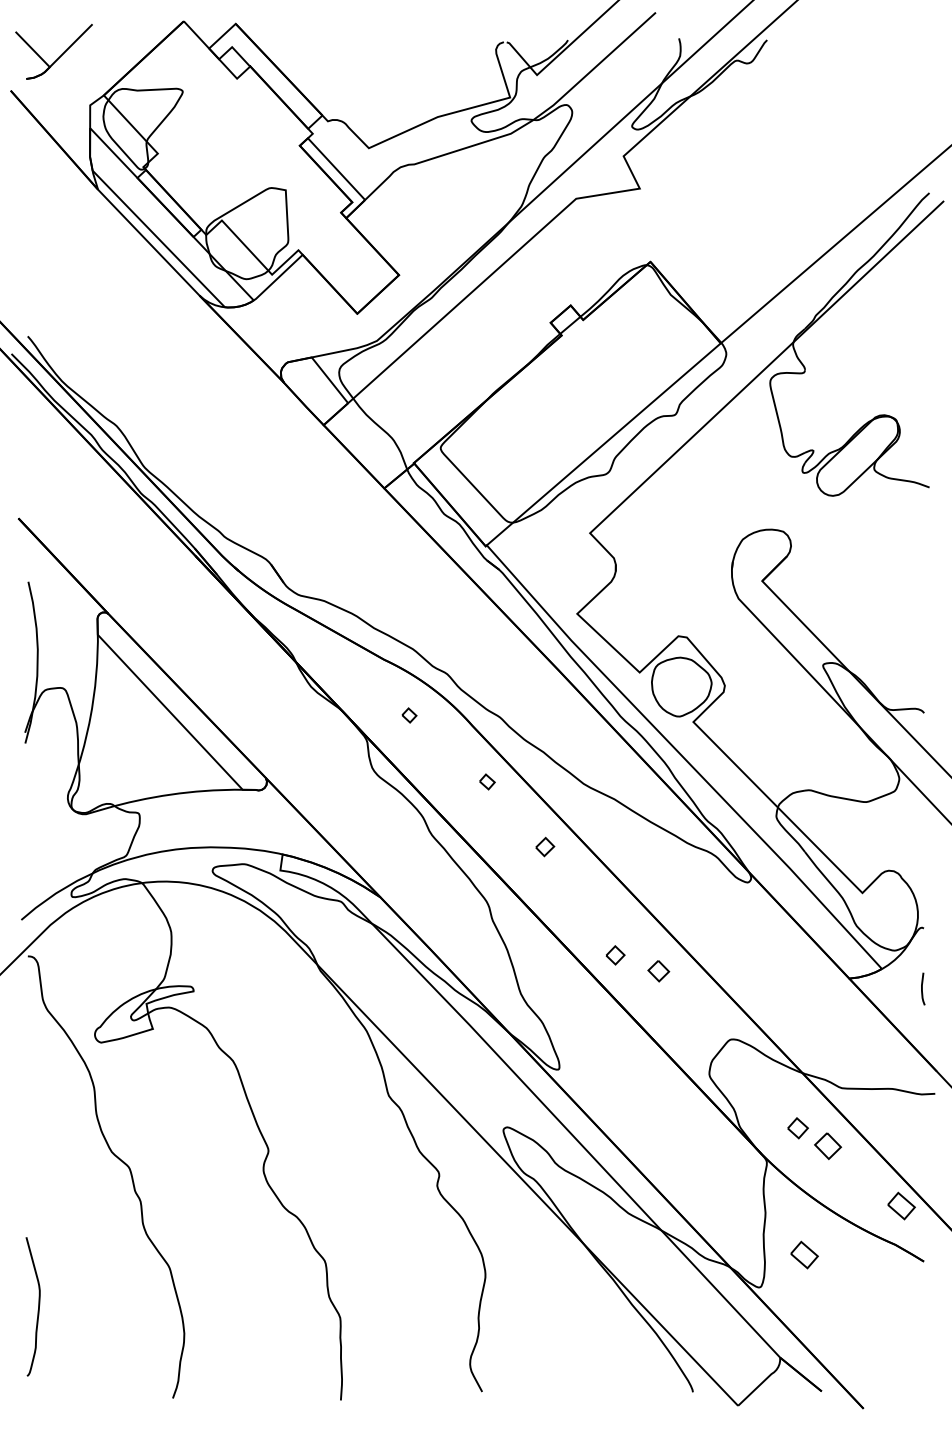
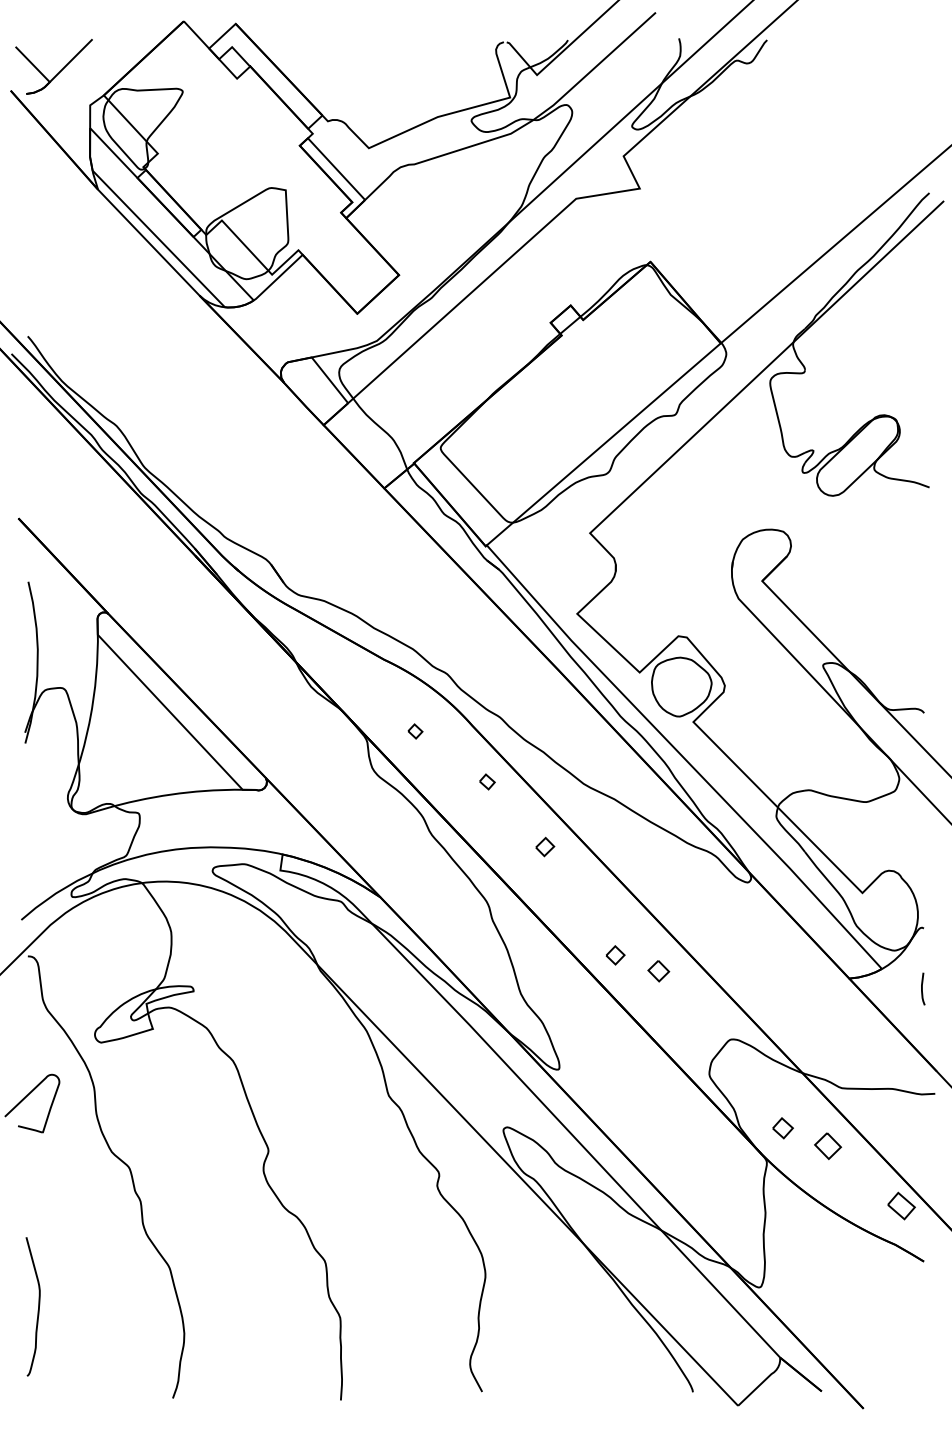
part at (59, 56) position: (59, 56) -> (59, 71)
part at (409, 715) position: (409, 715) -> (415, 731)
curve at (26, 1097): none -> present
part at (797, 1128) position: (797, 1128) -> (782, 1128)
part at (804, 1254): present -> none
